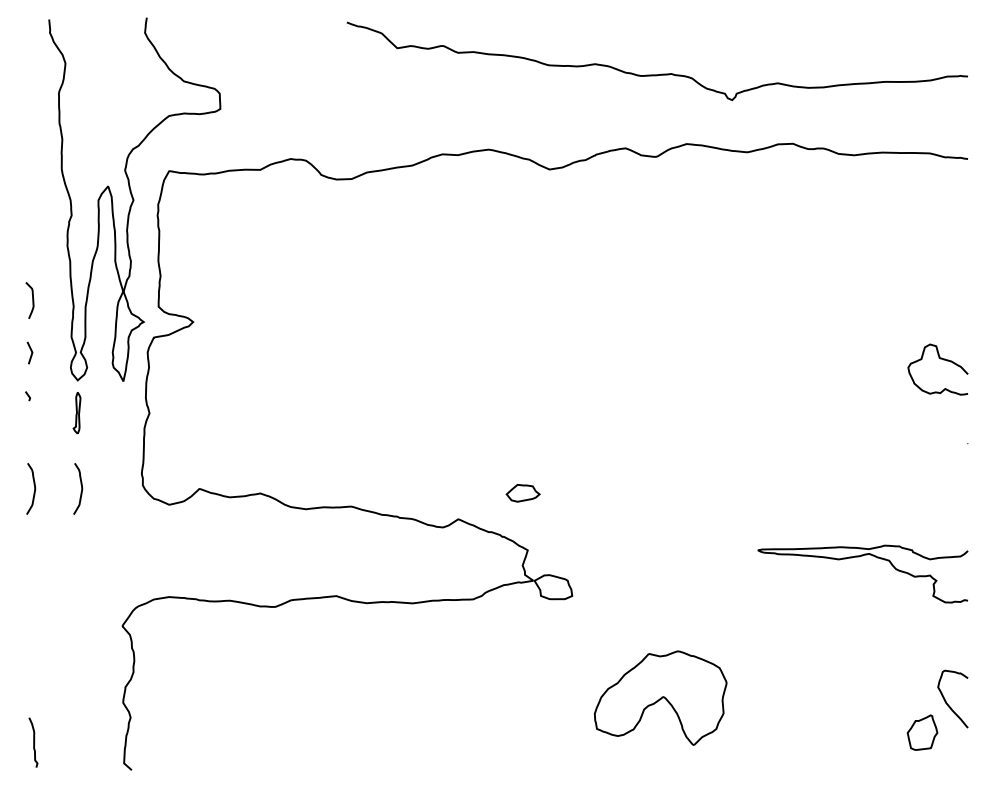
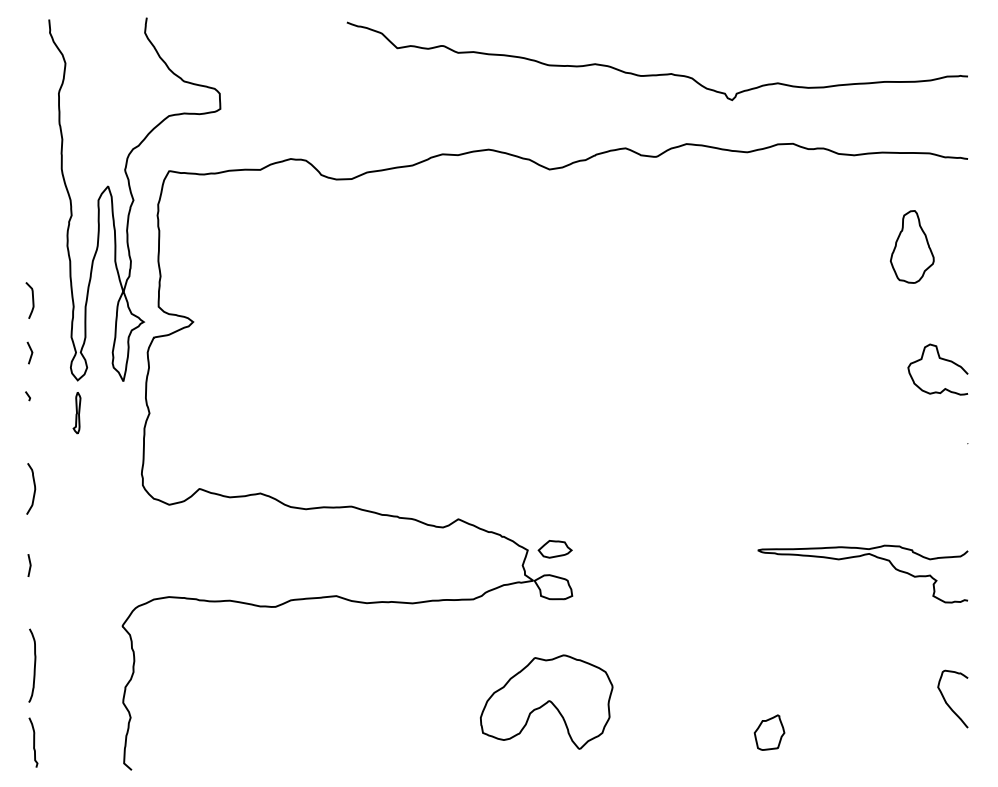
part at (911, 246): none -> present
curve at (81, 488): present -> none
part at (522, 493) position: (522, 493) -> (554, 549)
line at (29, 565): none -> present
curve at (34, 665): none -> present
part at (660, 697) position: (660, 697) -> (546, 701)
part at (922, 732) position: (922, 732) -> (769, 732)
